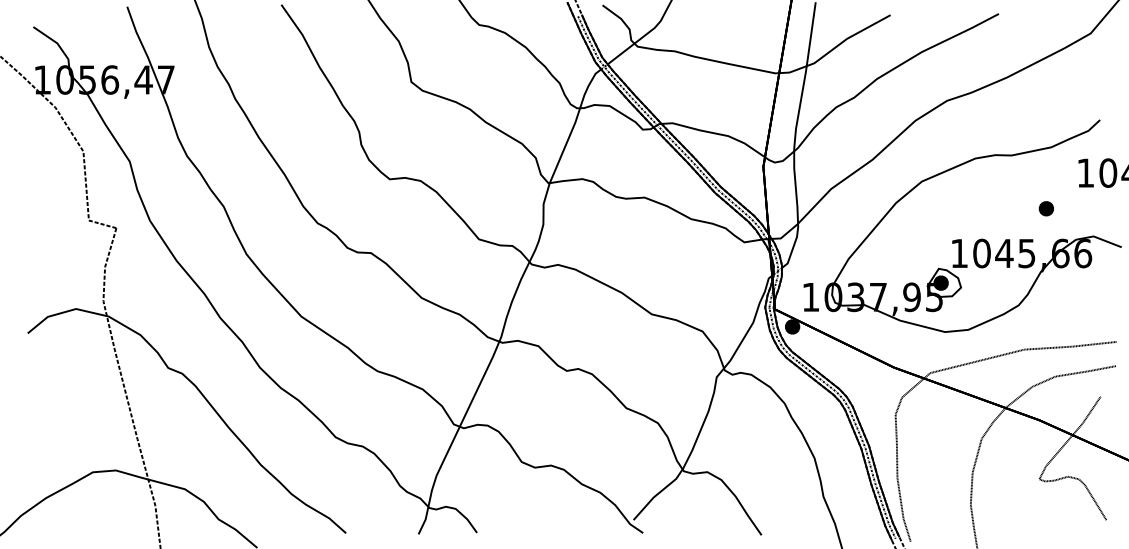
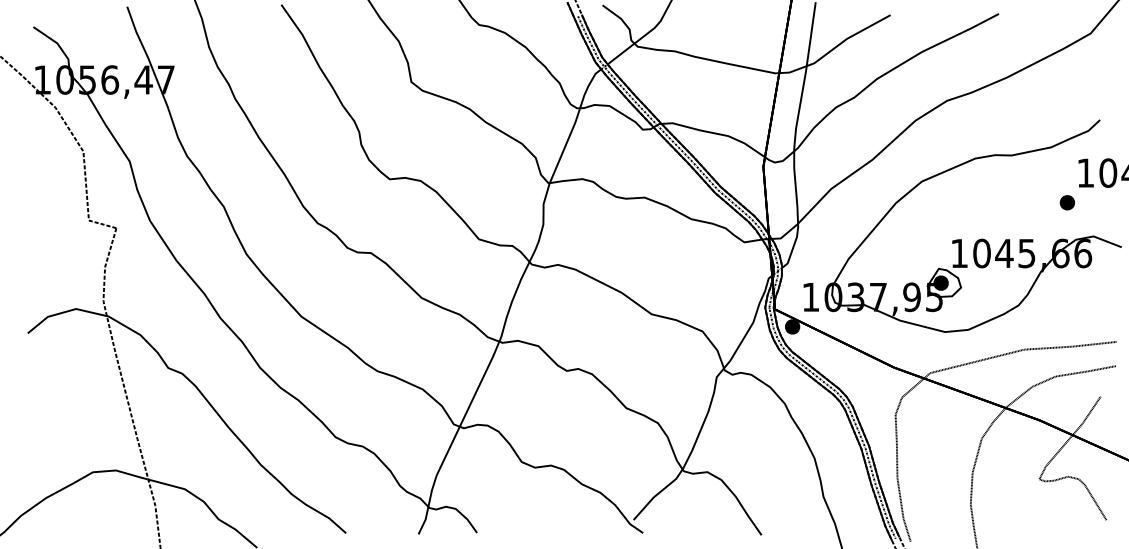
part at (1045, 208) position: (1045, 208) -> (1066, 202)
